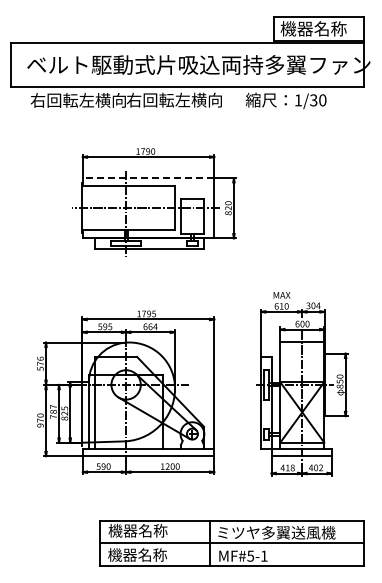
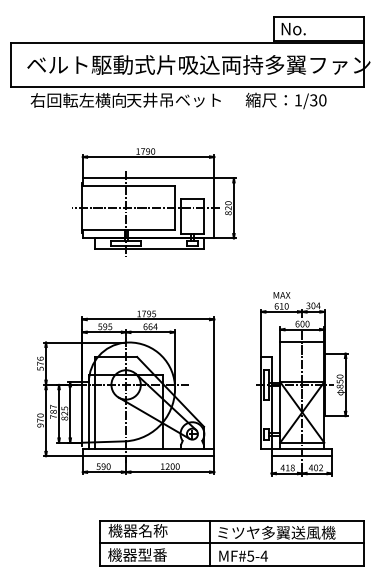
text at (313, 28): 機器名称 -> No.
text at (173, 99): 右回転左横向 -> 天井吊ベット
line at (148, 178): dashed -> solid
text at (152, 554): 機器名称 -> 機器型番
text at (263, 555): MF#5-1 -> MF#5-4
